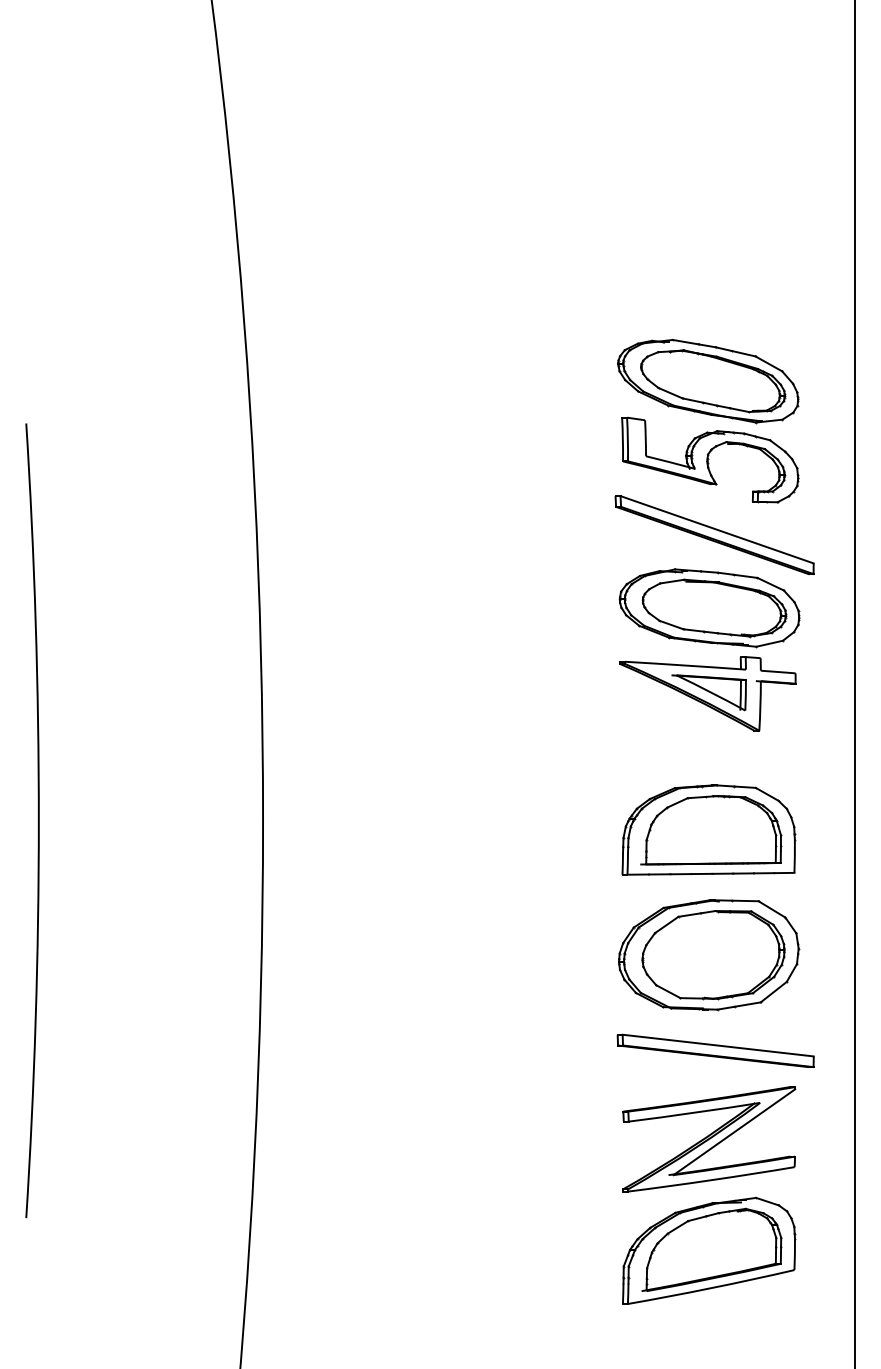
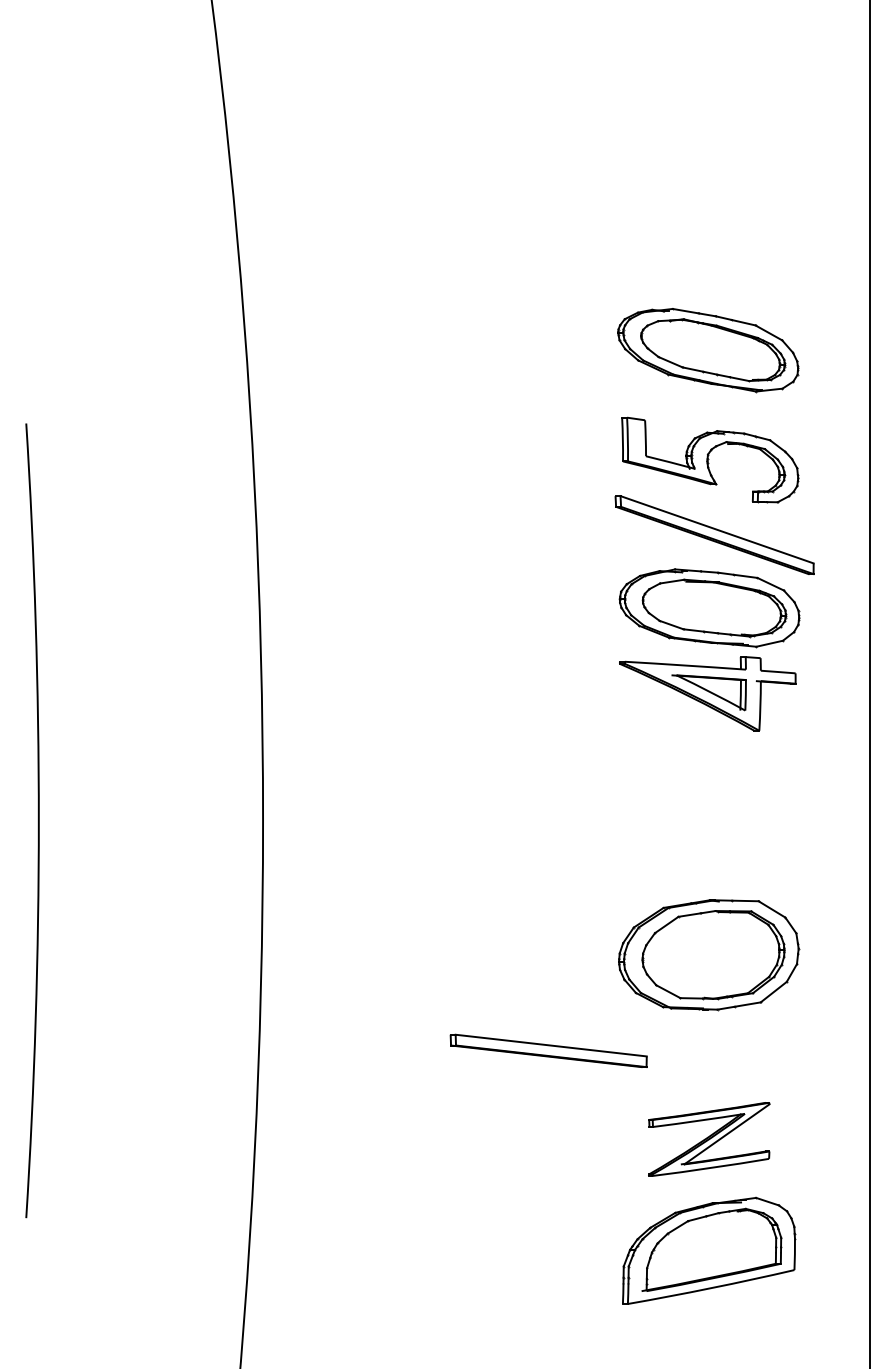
part at (708, 381) position: (708, 381) -> (708, 350)
line at (854, 683) position: (854, 683) -> (869, 683)
part at (708, 829): present -> none
part at (715, 1050) position: (715, 1050) -> (548, 1050)
part at (709, 1139) size: 175x107 px -> 123x75 px
